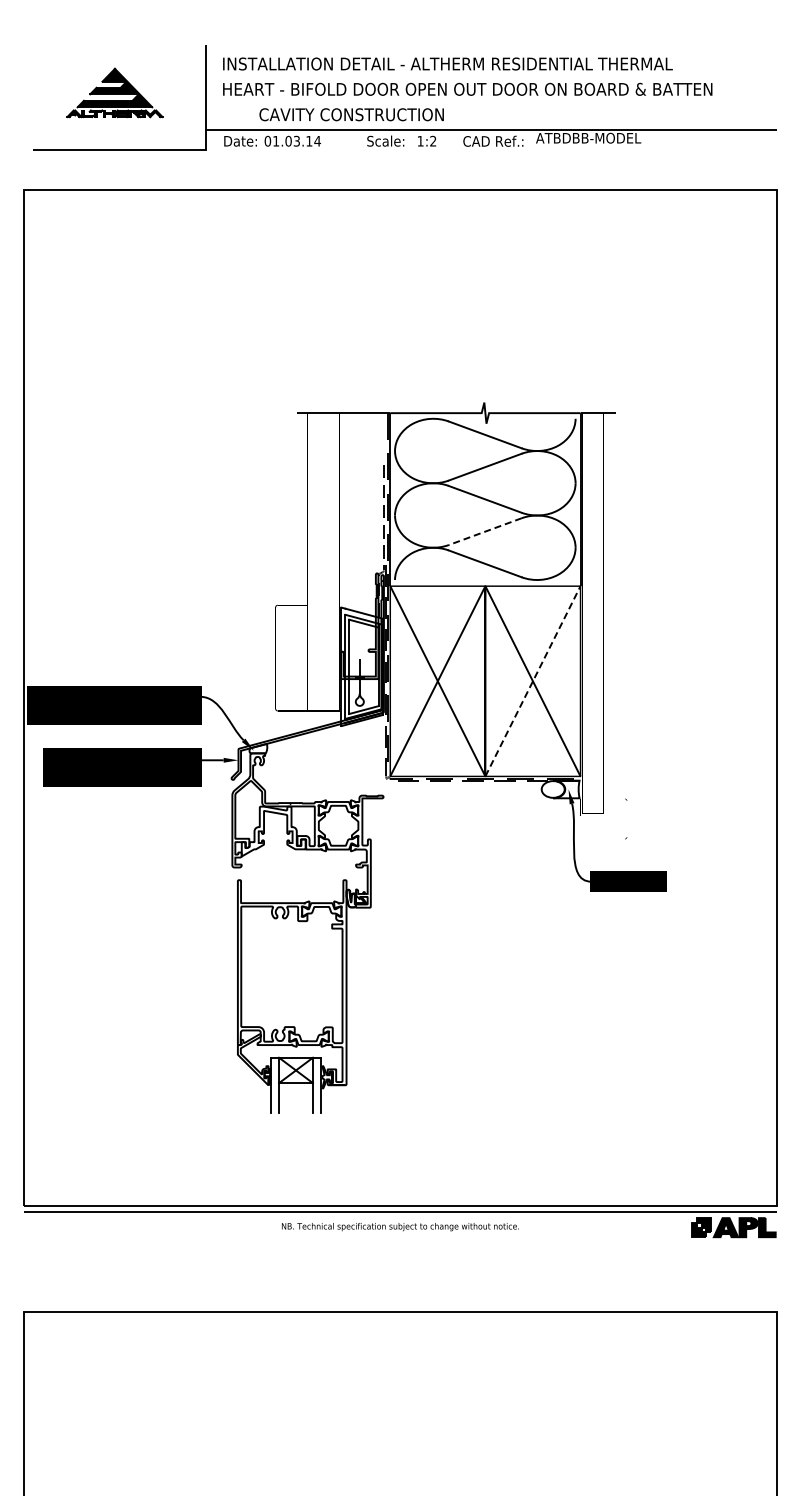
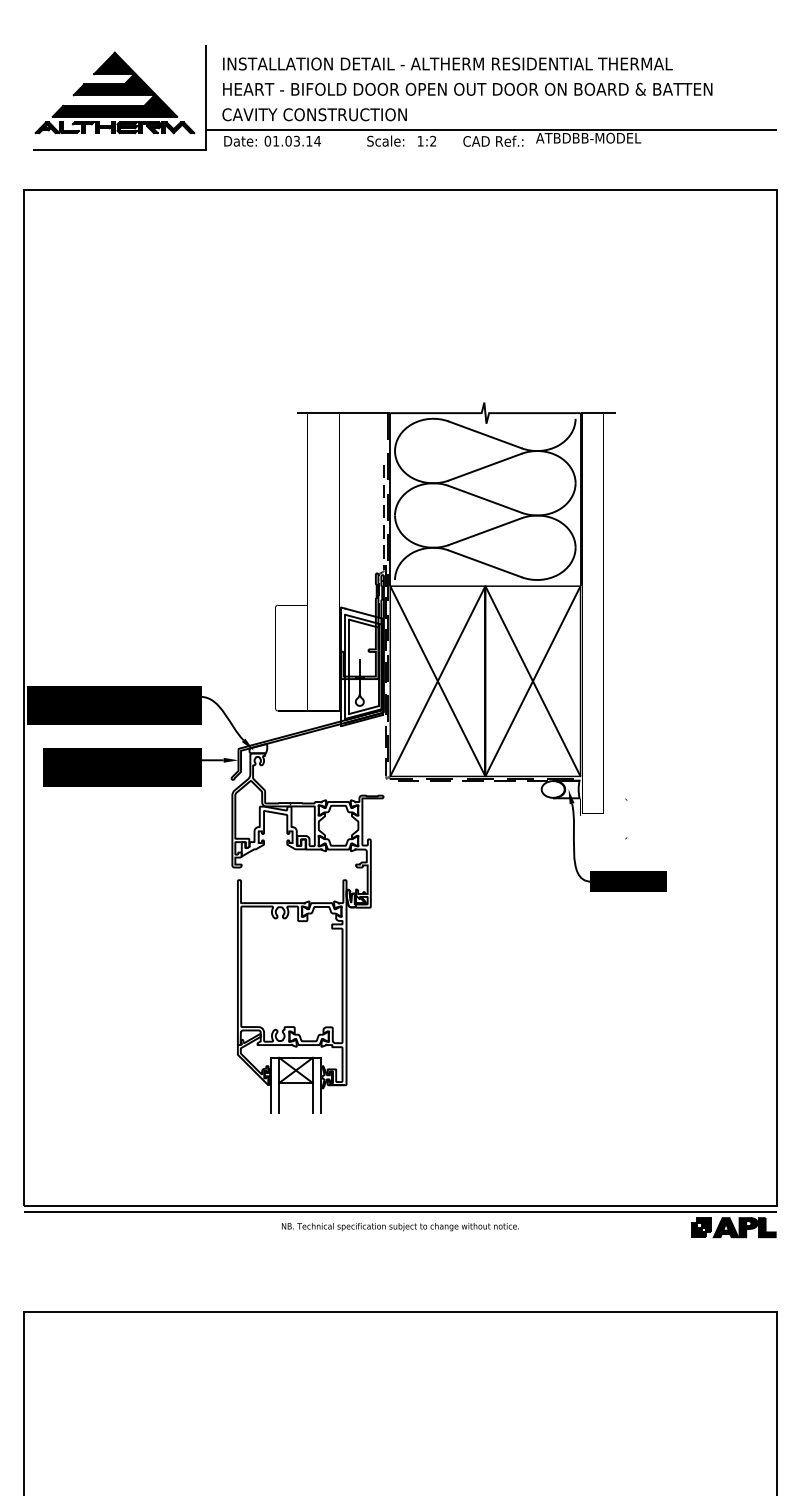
part at (114, 92) size: 98x52 px -> 162x84 px
text at (351, 114) position: (351, 114) -> (314, 114)
line at (485, 531): dashed -> solid
line at (533, 680): dashed -> solid
